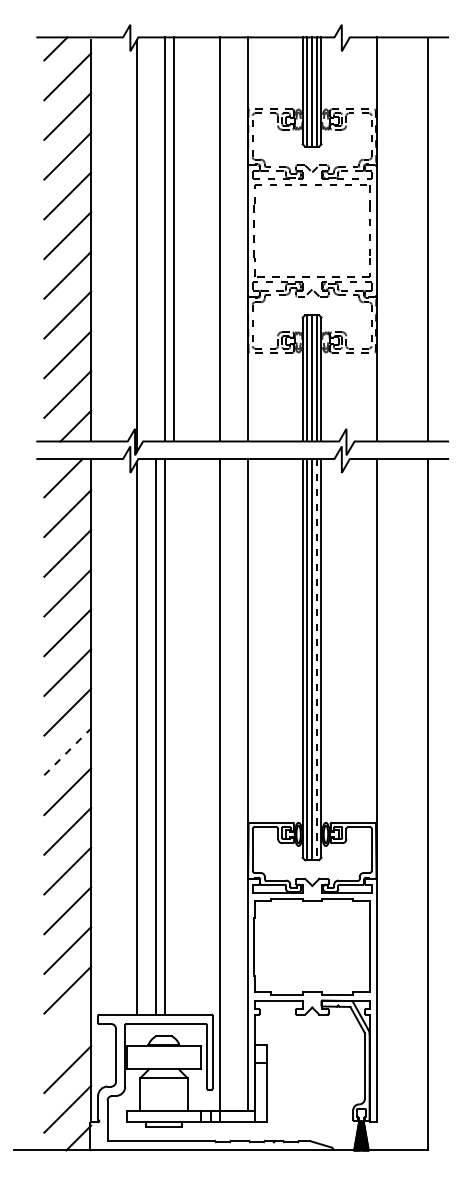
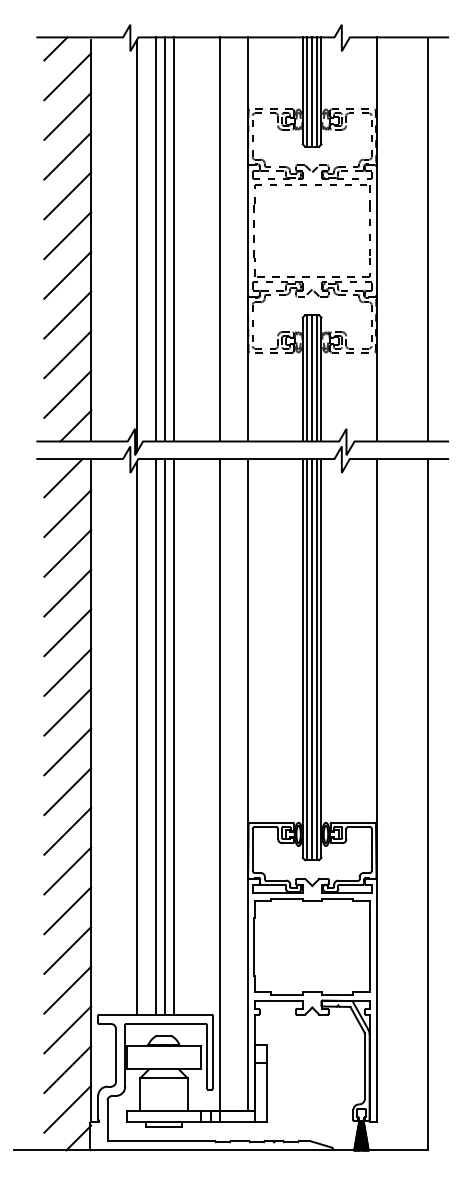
line at (155, 239): none -> present
line at (316, 659): dashed -> solid
line at (174, 736): none -> present
line at (68, 751): dashed -> solid
line at (67, 1029): none -> present
